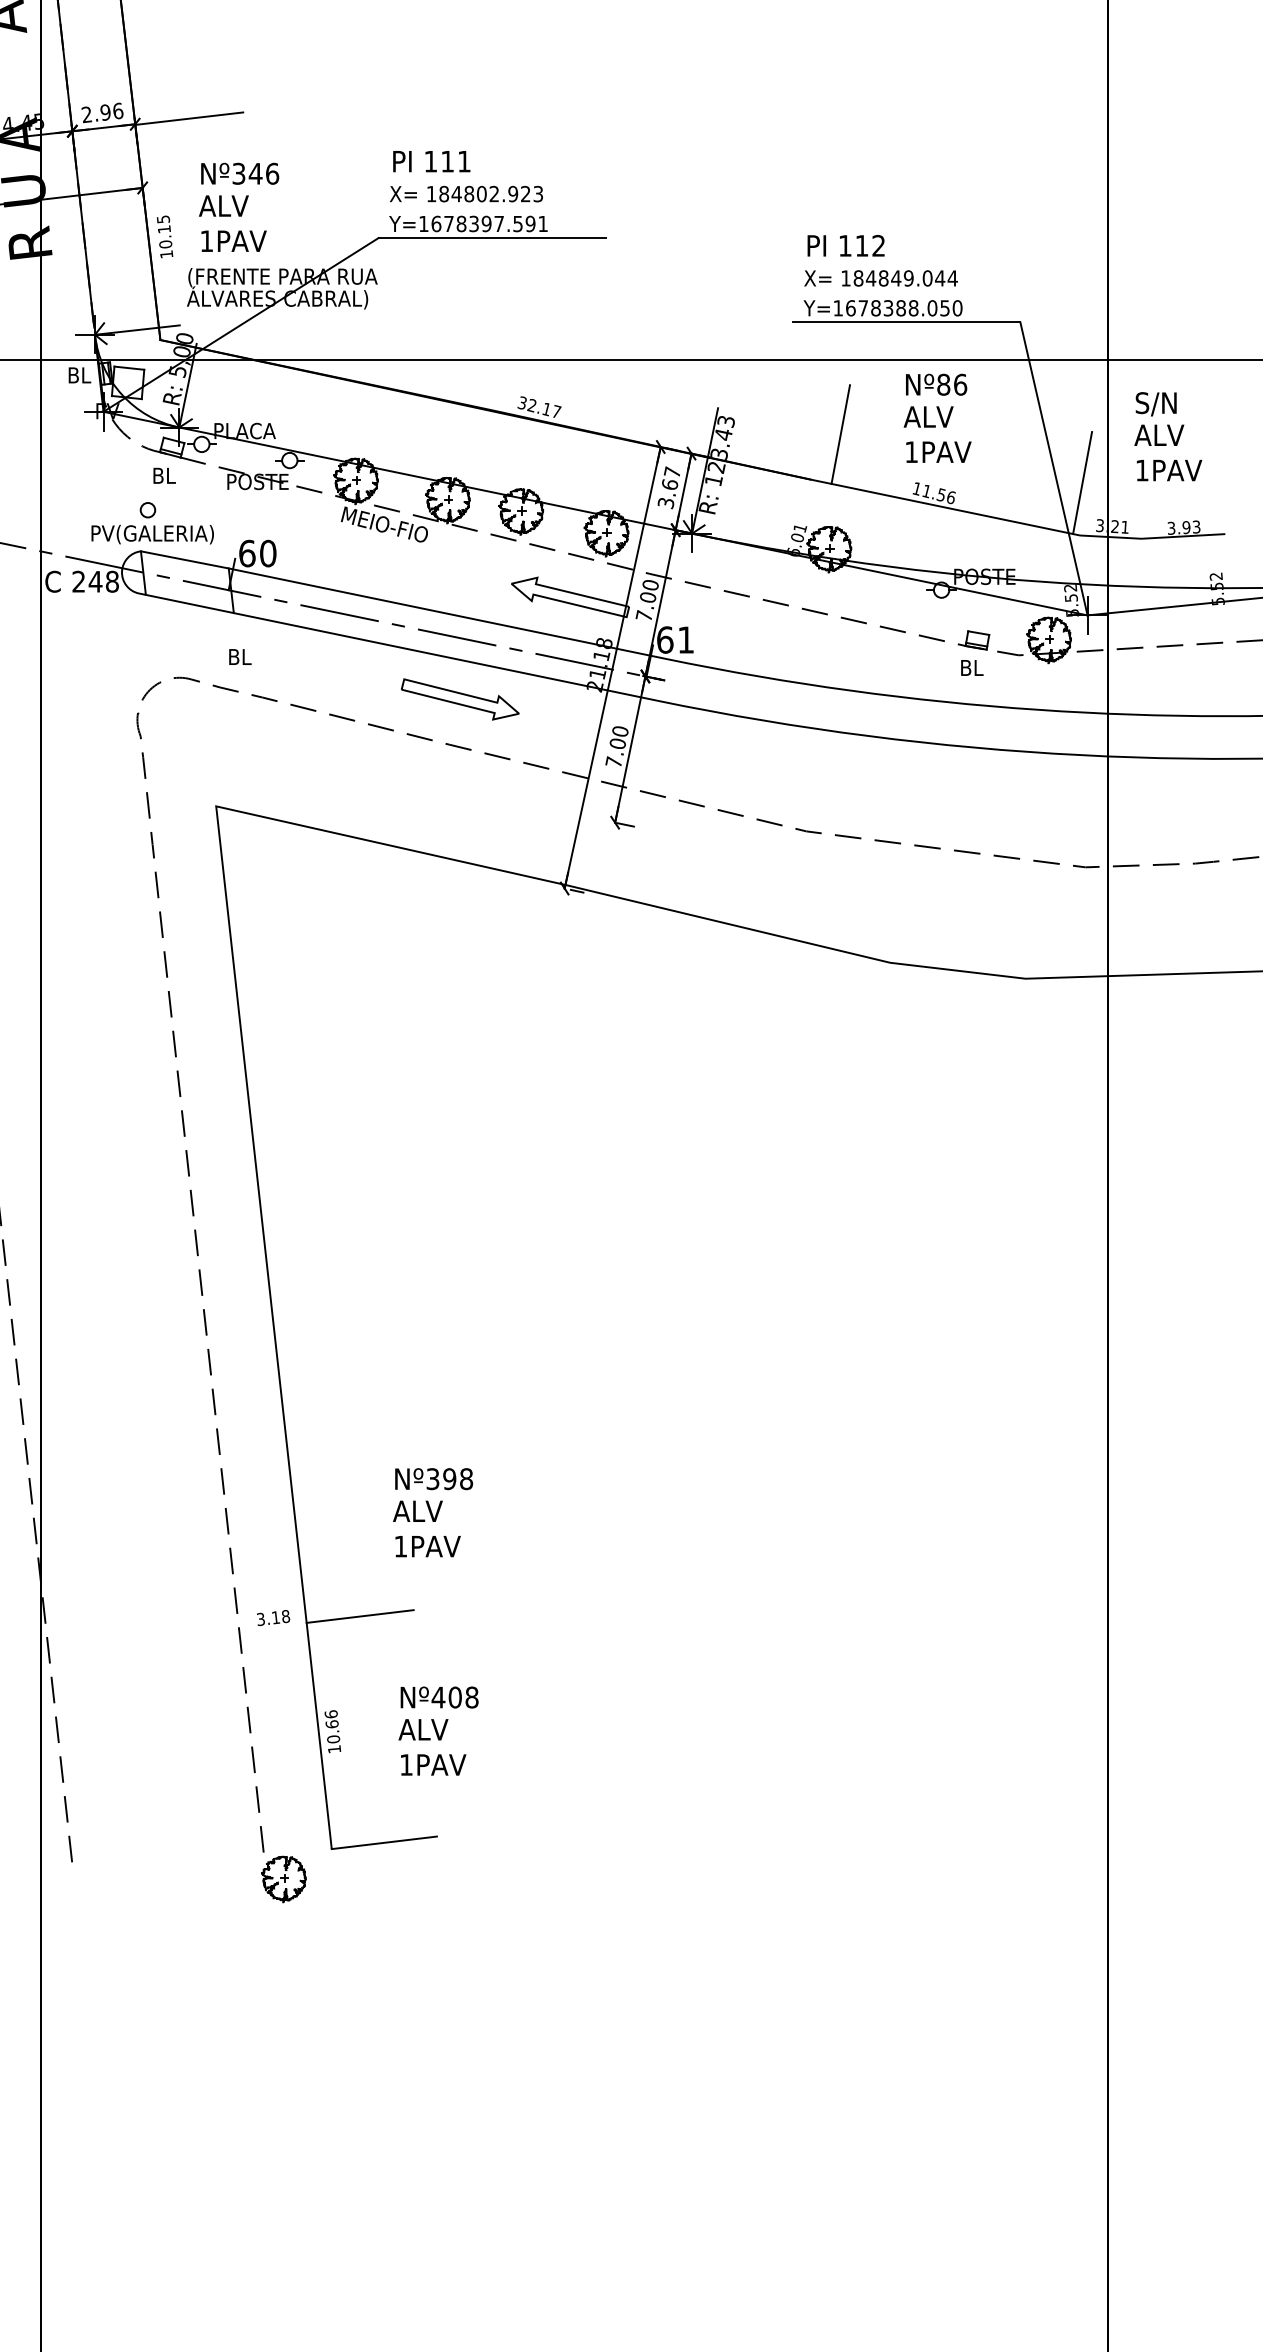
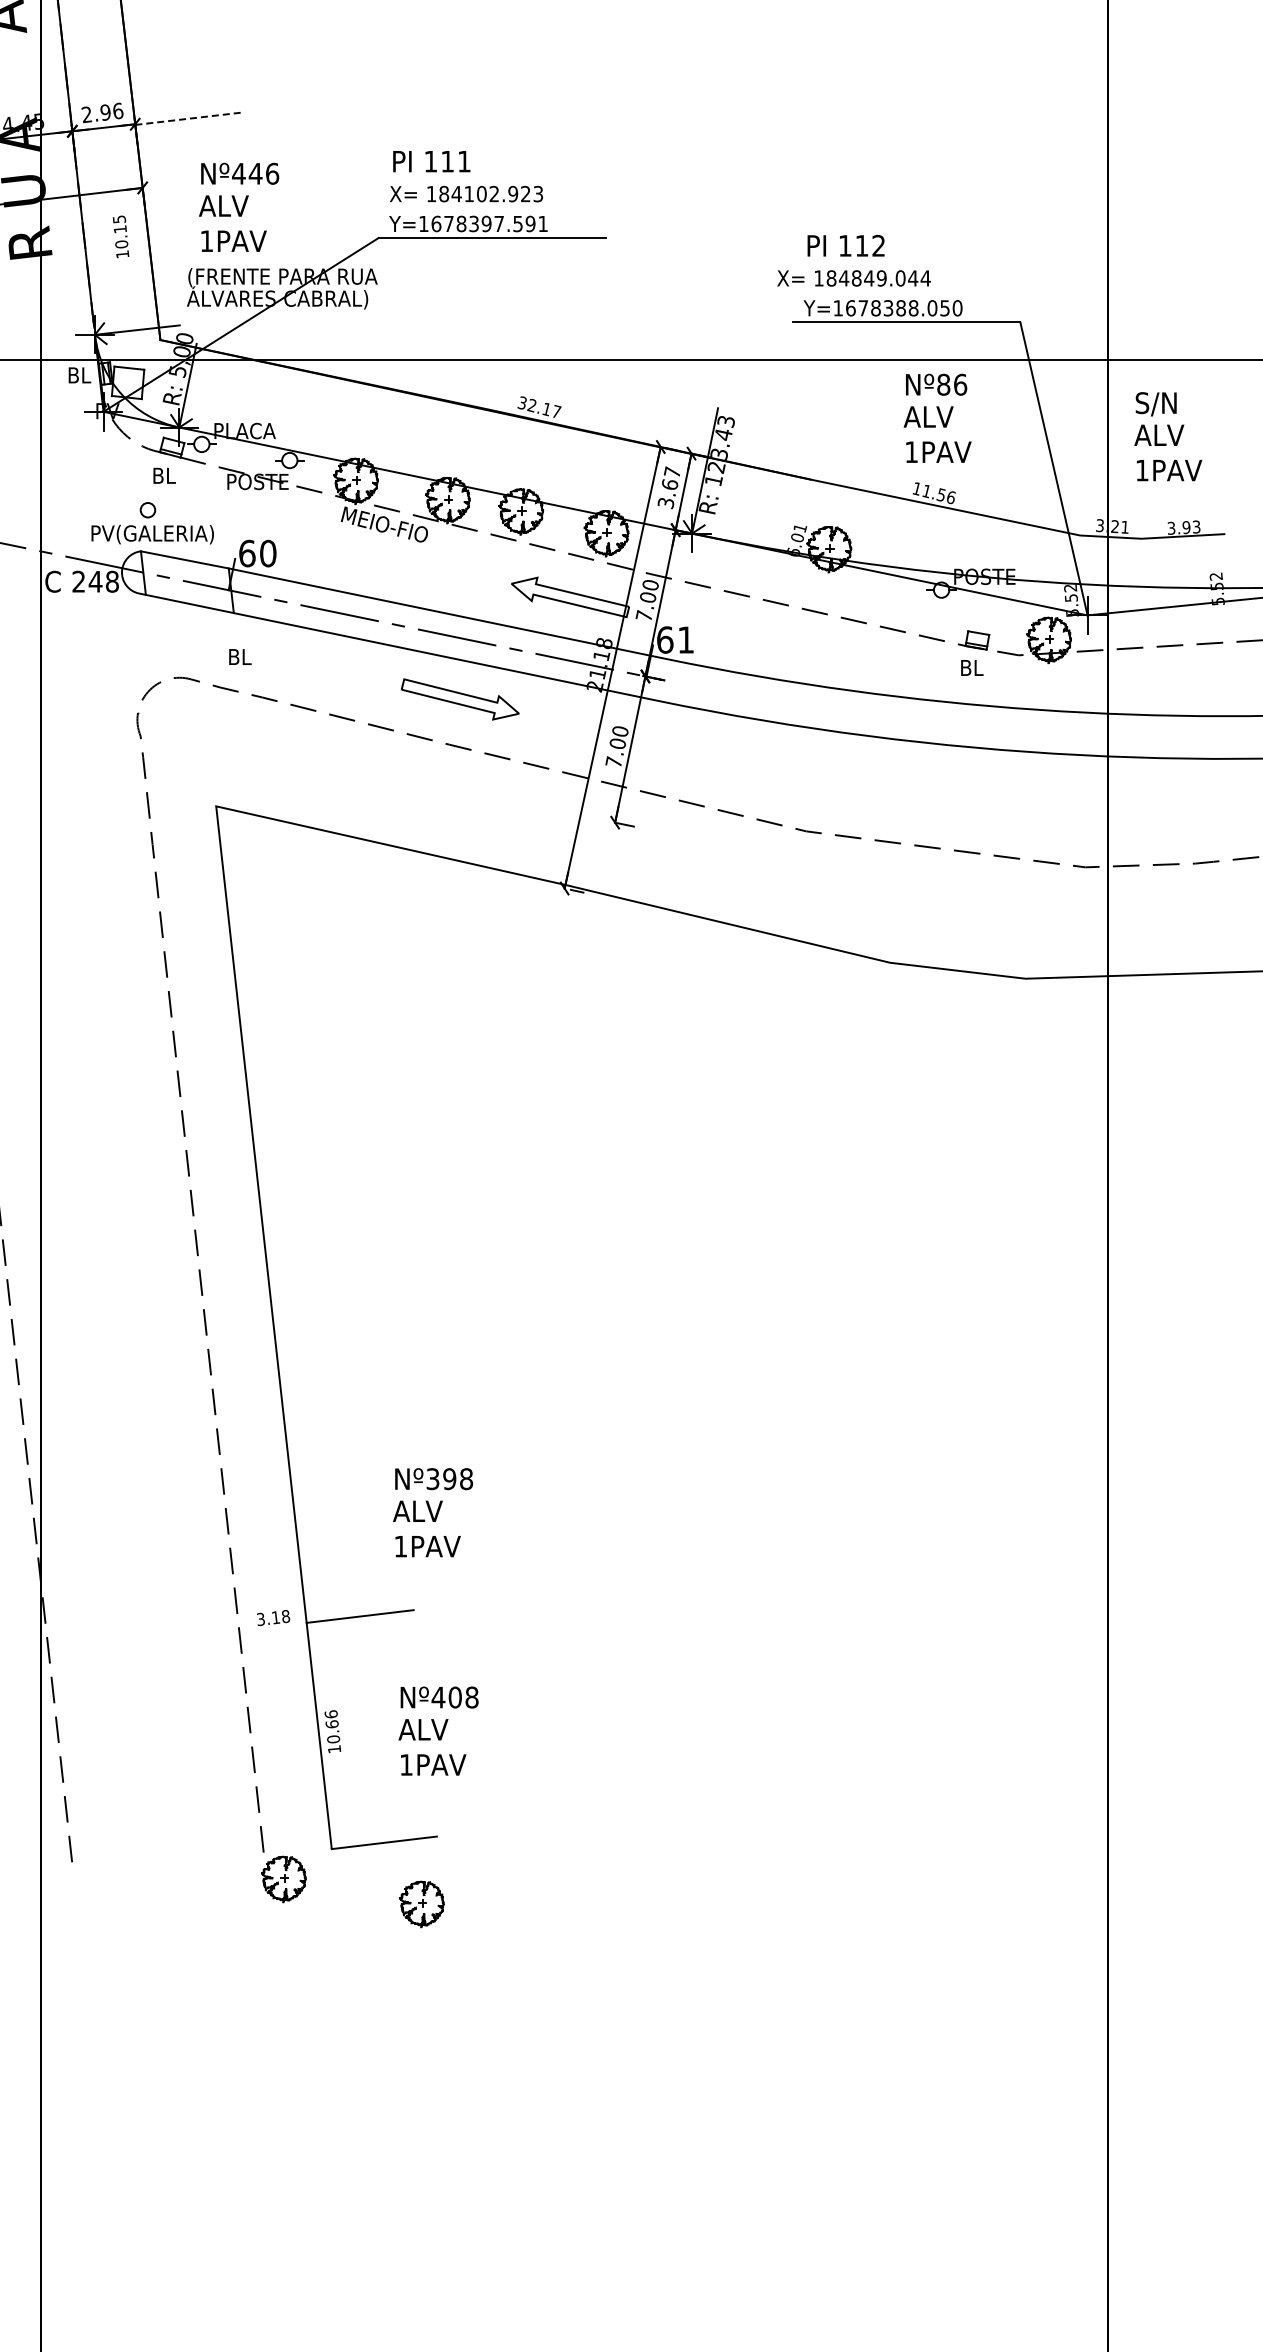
line at (189, 118): solid -> dashed
text at (238, 173): Nº346 -> Nº446
text at (469, 193): 184802.923 -> 184102.923
text at (164, 236) position: (164, 236) -> (120, 236)
text at (880, 278) position: (880, 278) -> (853, 278)
line at (840, 434): present -> none
line at (1082, 483): present -> none
part at (421, 1904): none -> present
